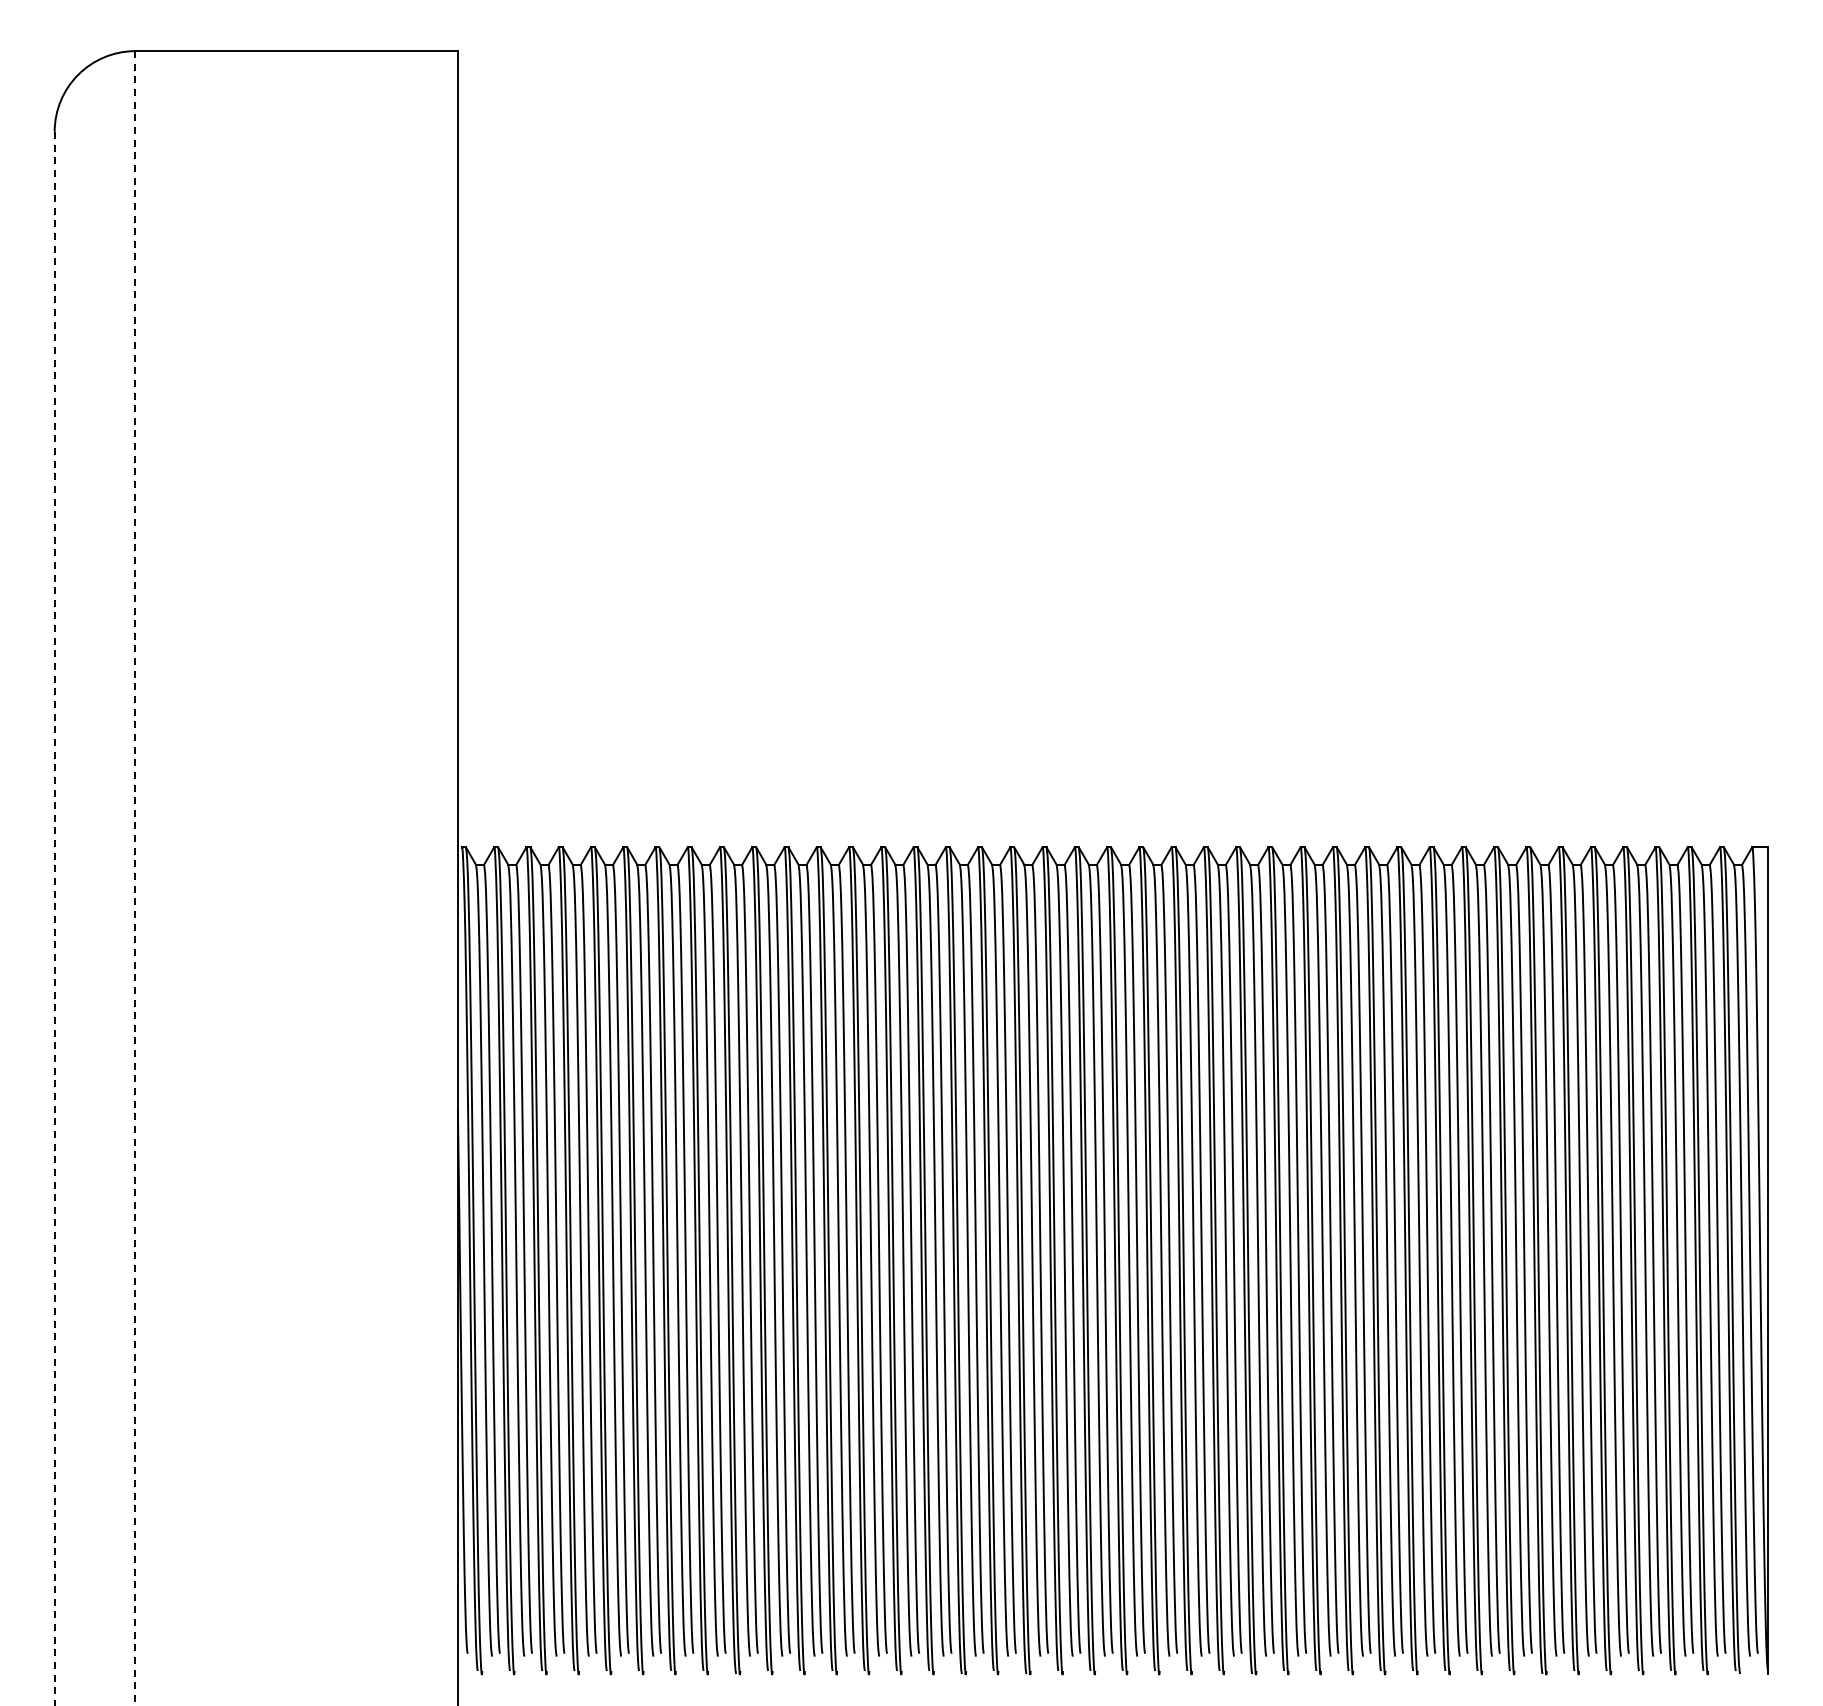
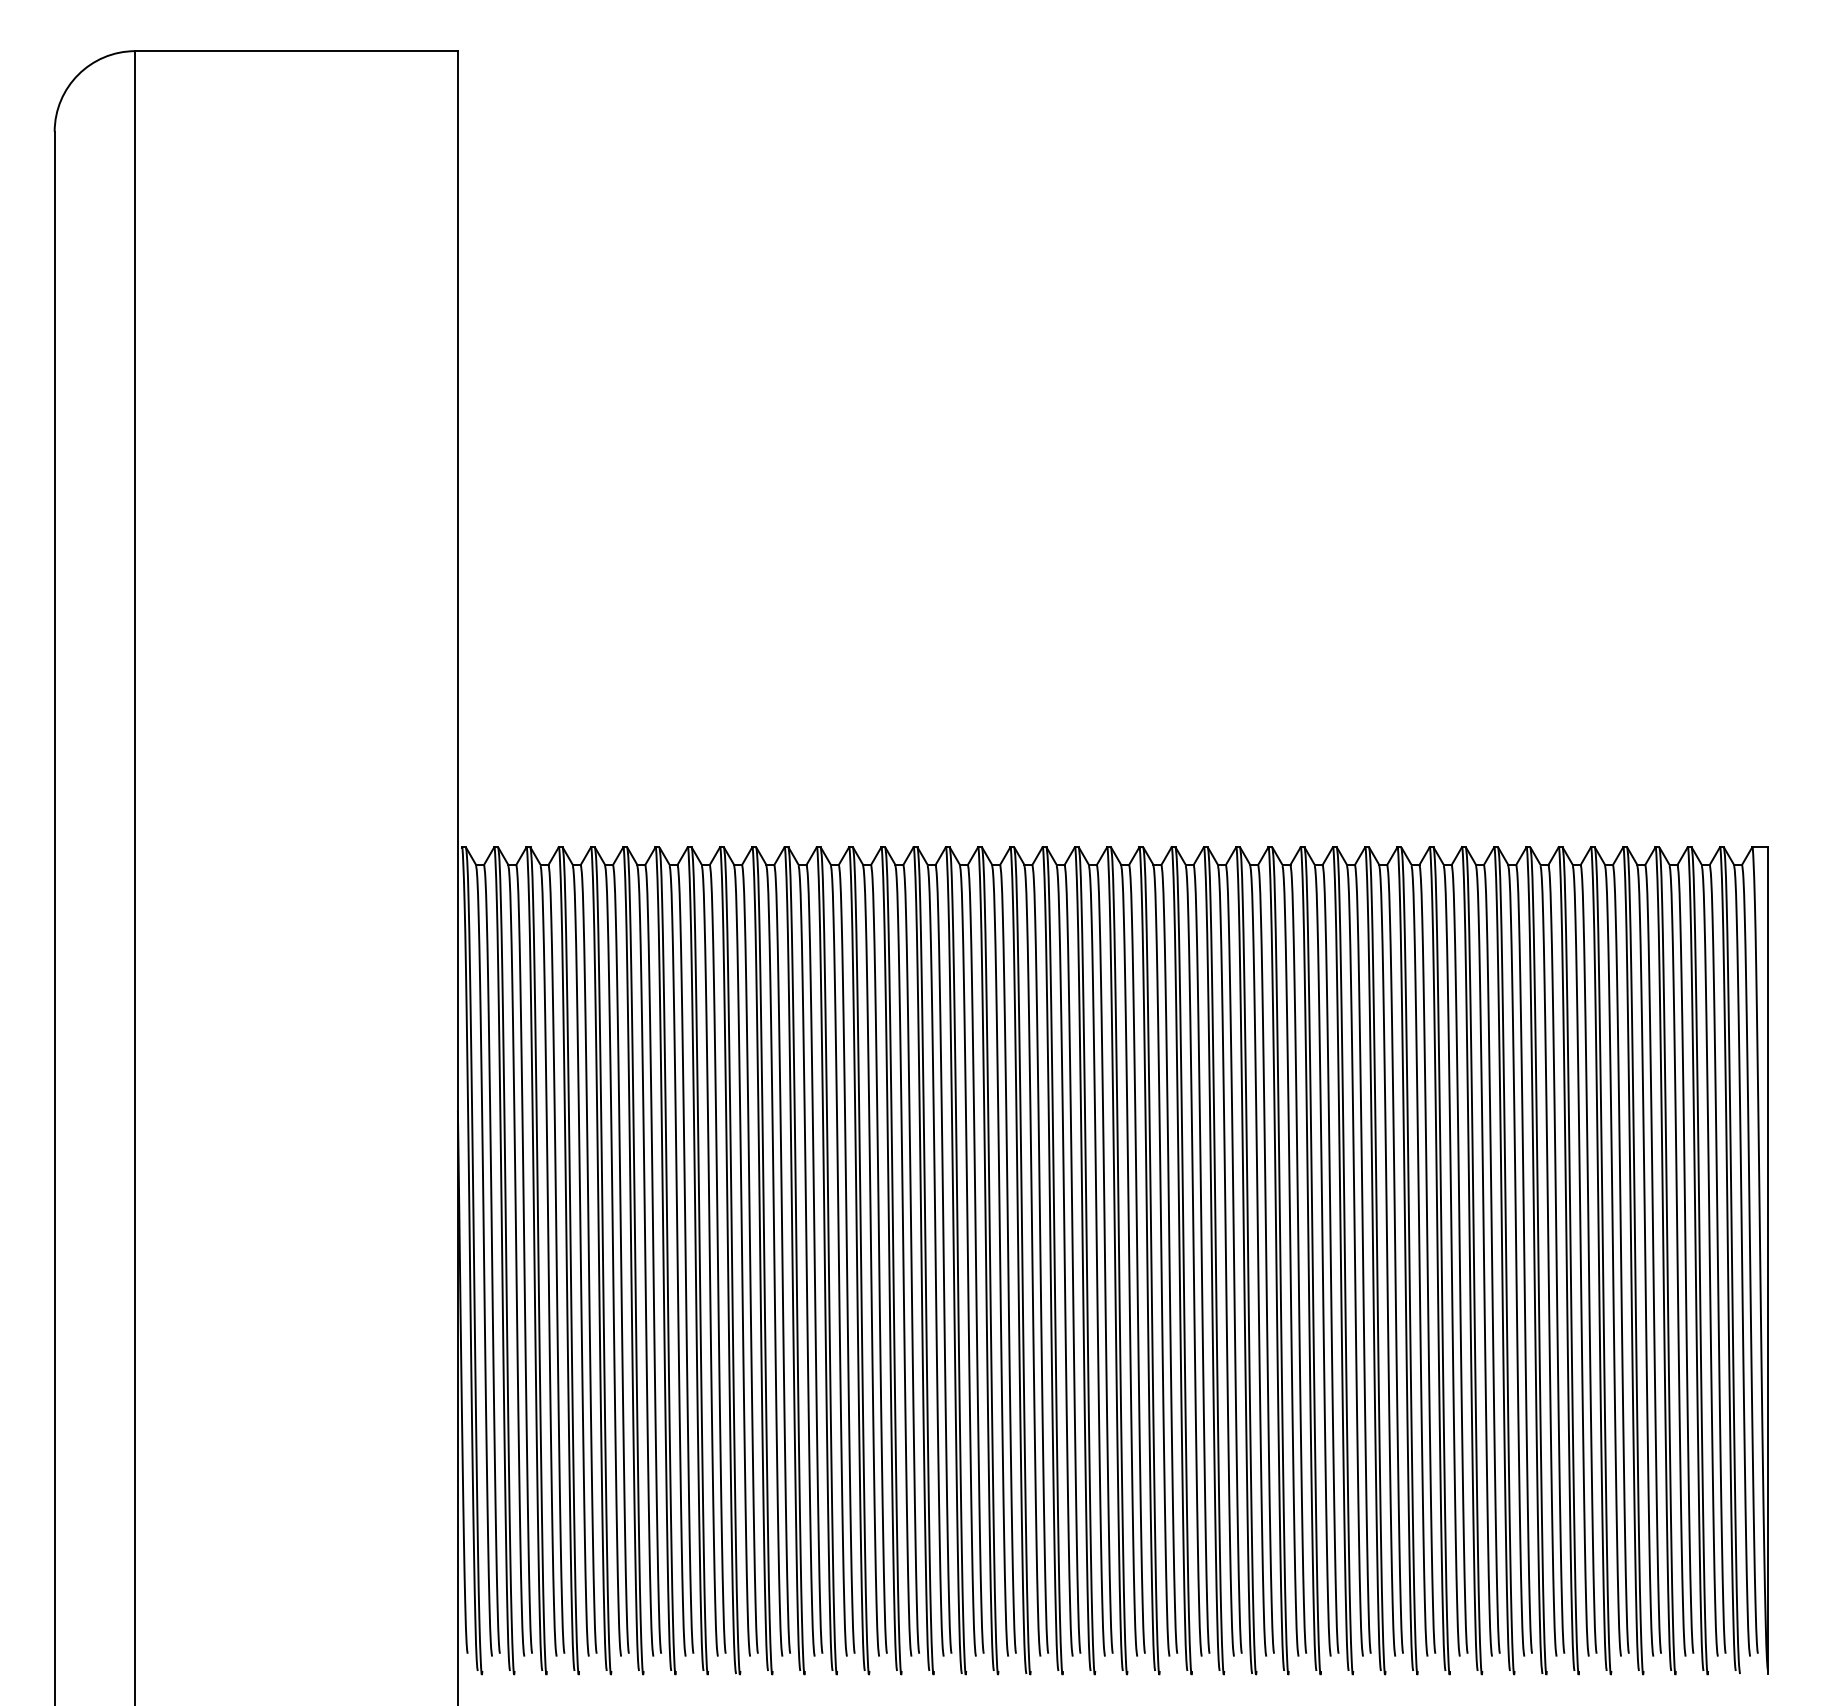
line at (135, 878): dashed -> solid
line at (54, 918): dashed -> solid
